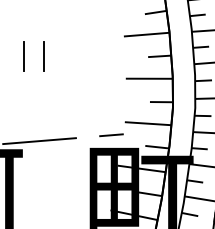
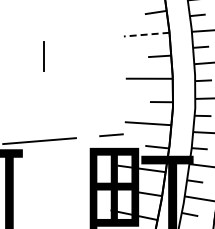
line at (146, 34): solid -> dashed
line at (24, 56): present -> none
